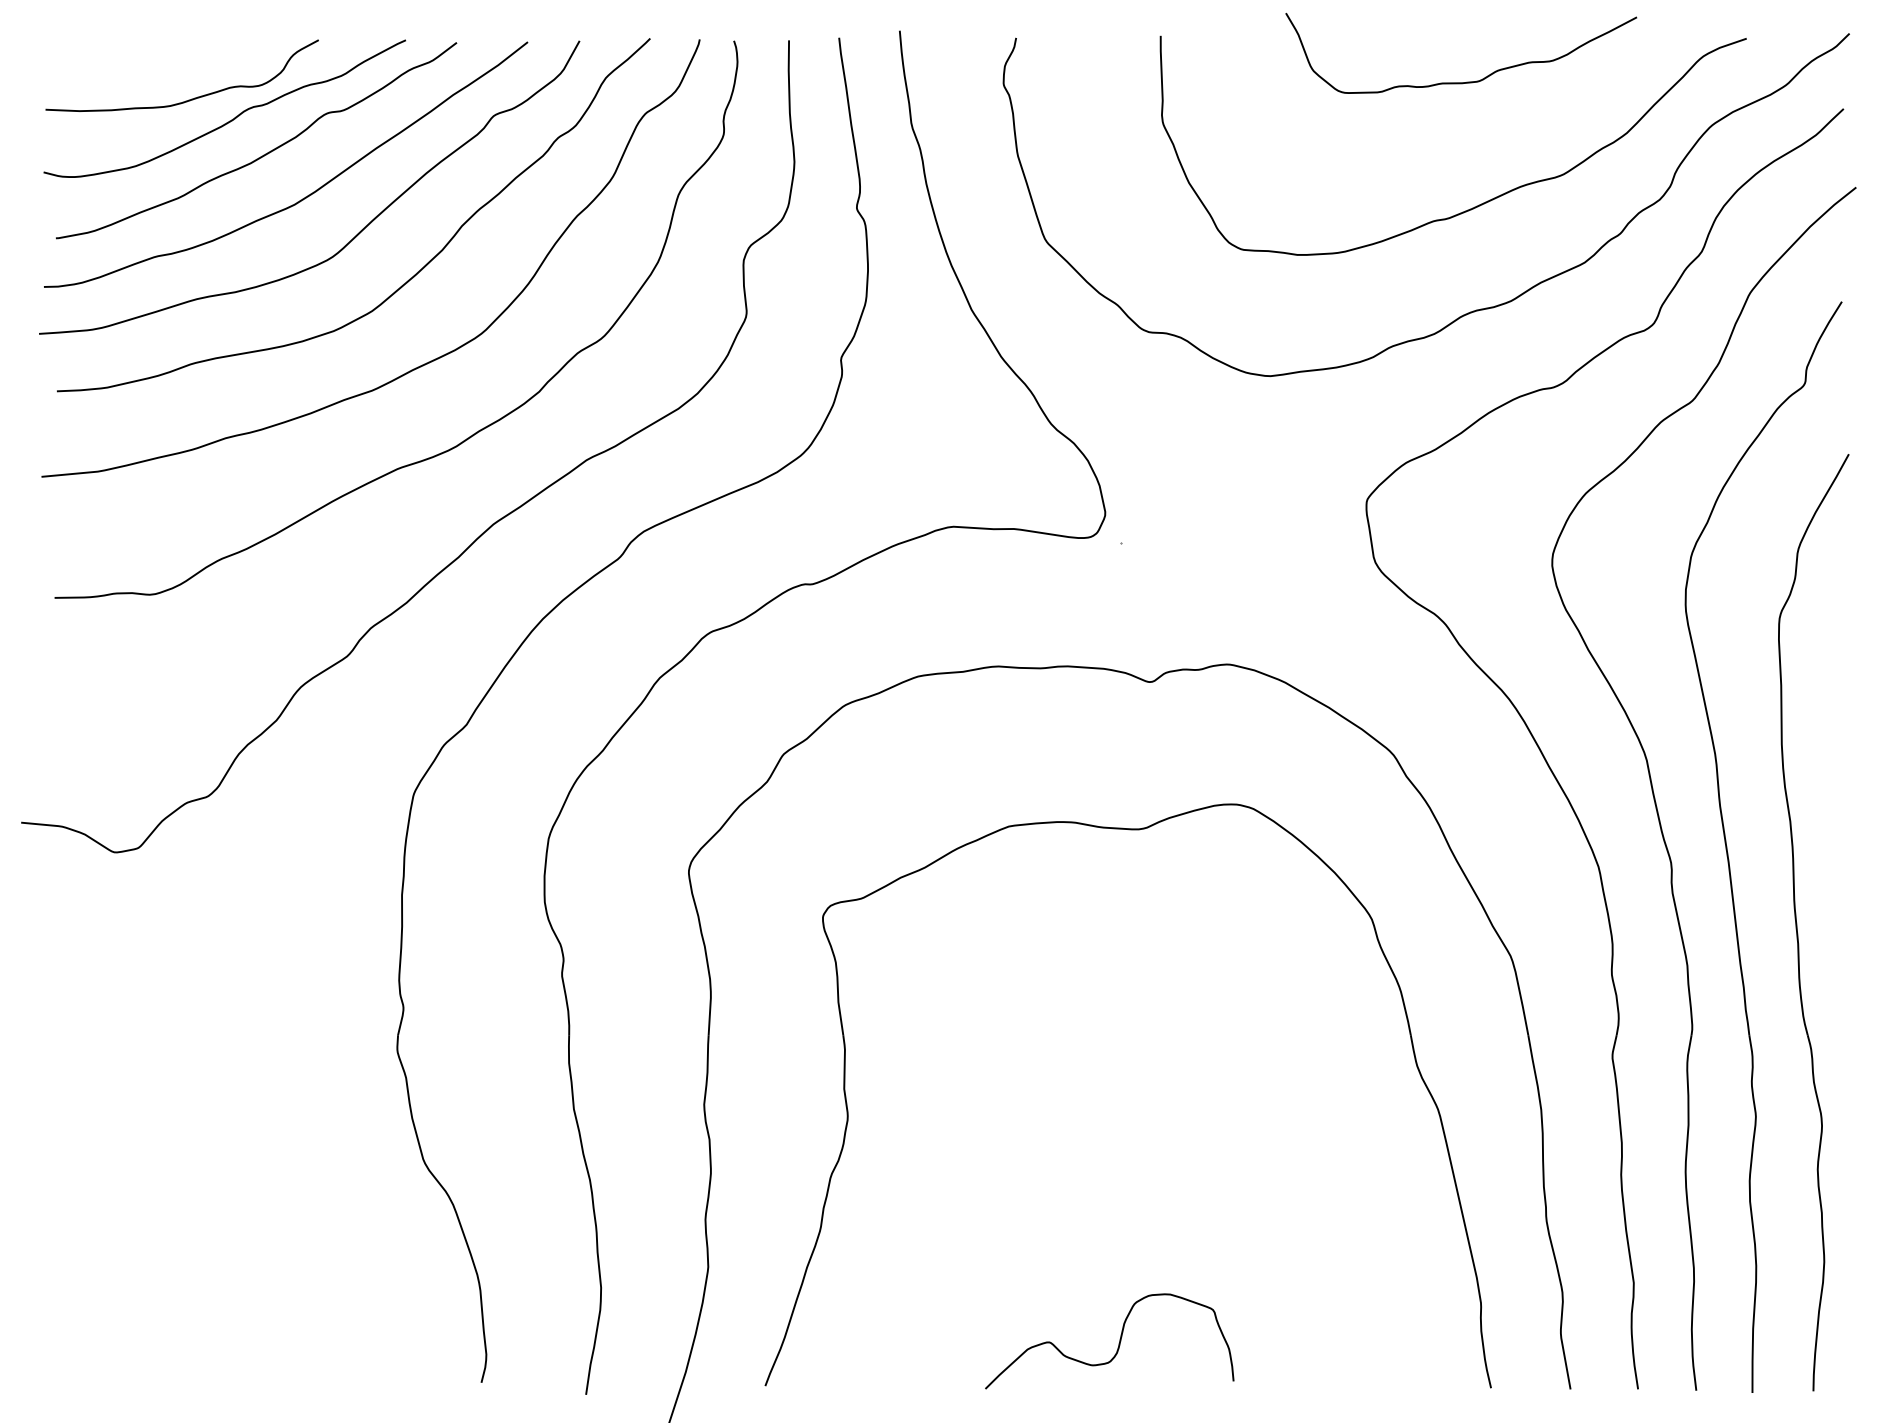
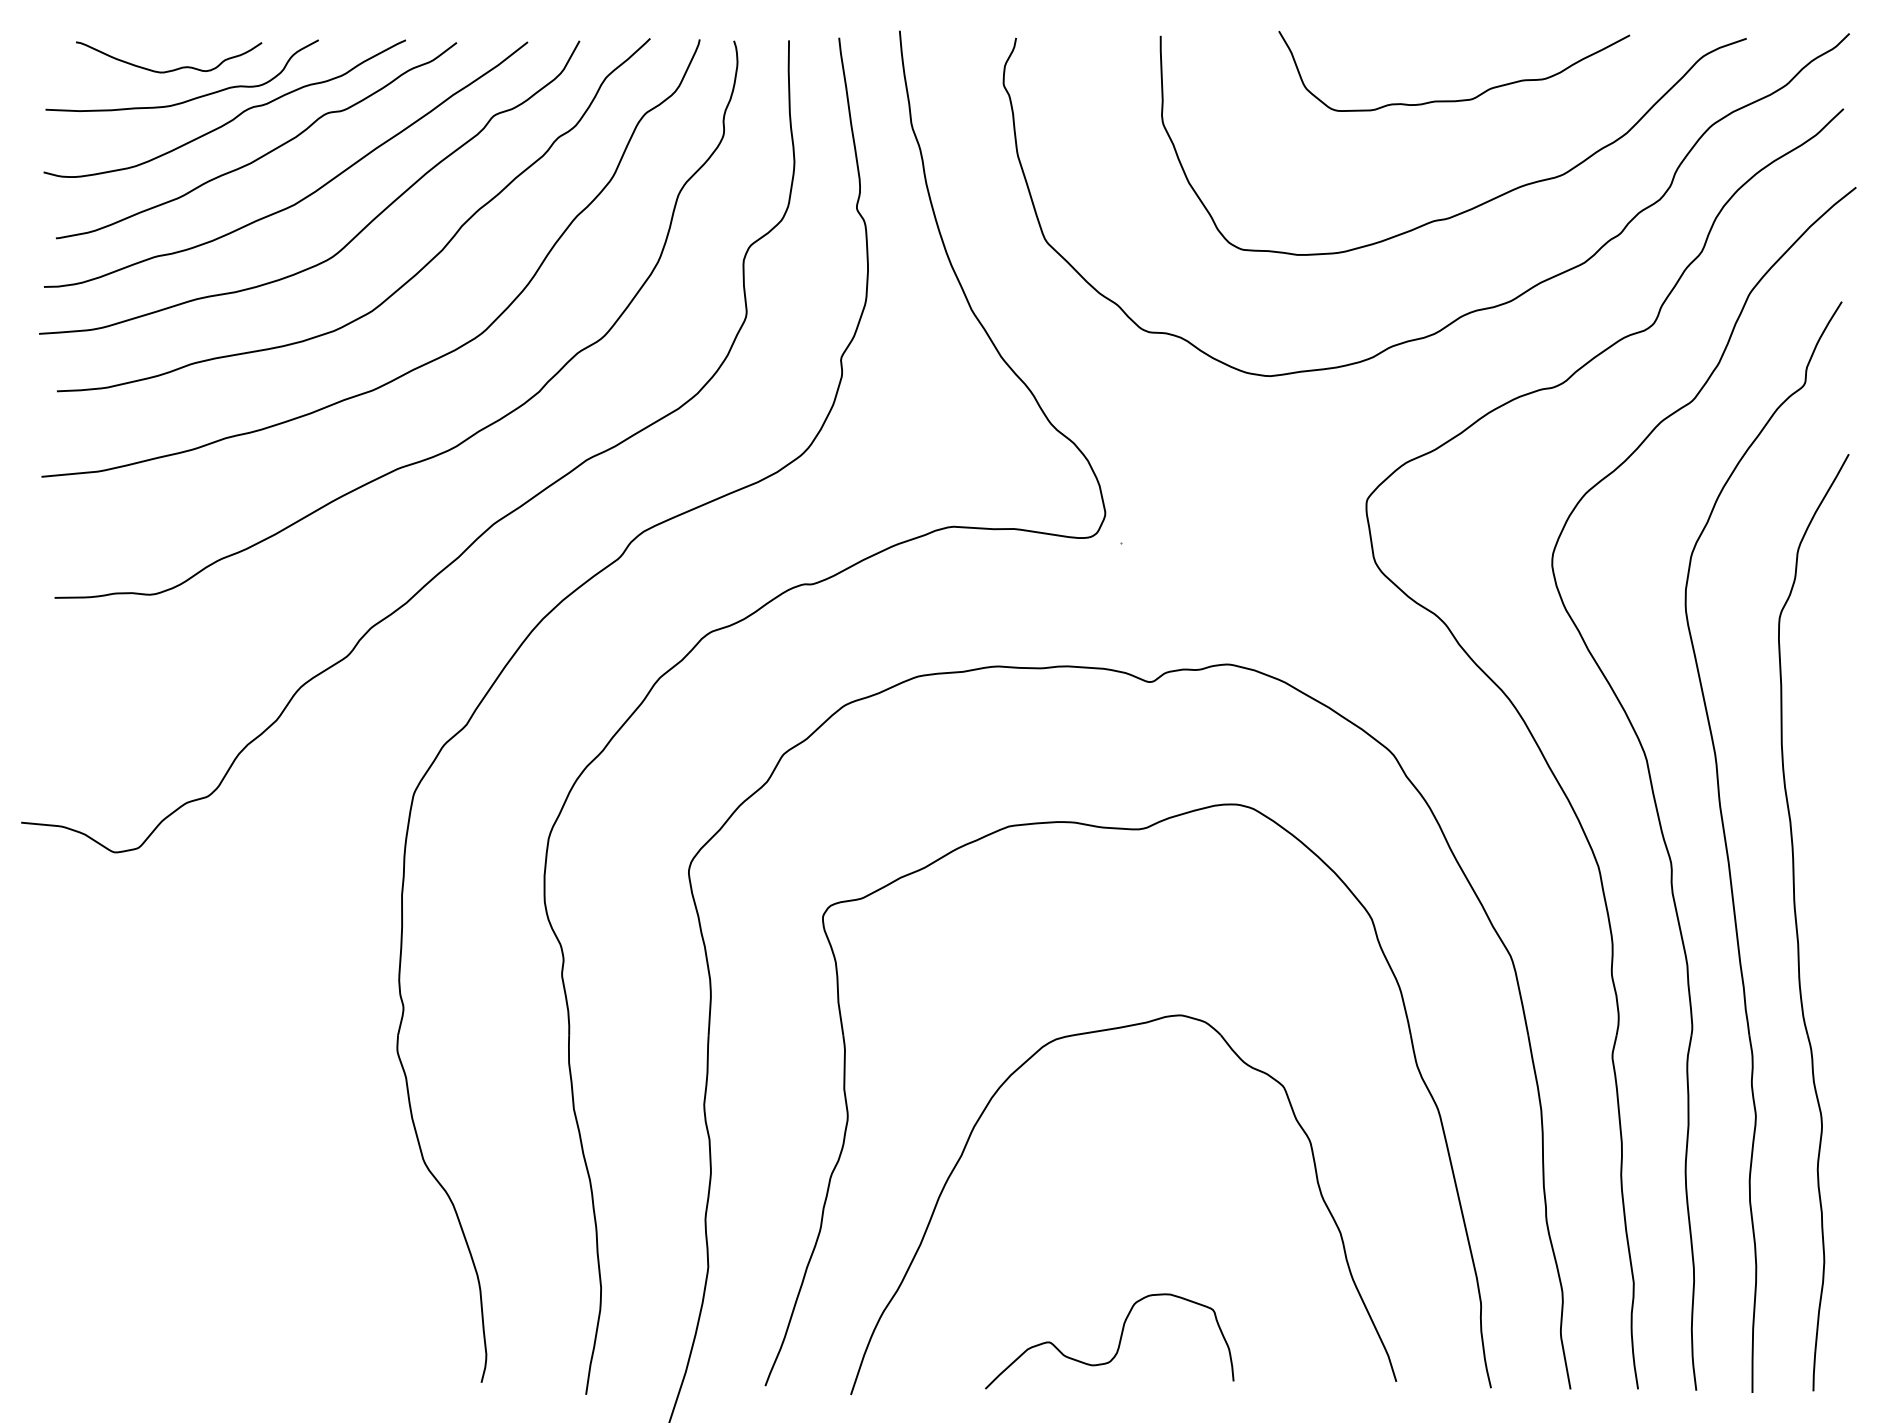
curve at (172, 69): none -> present
curve at (1466, 81) position: (1466, 81) -> (1459, 99)
part at (979, 1120): none -> present
